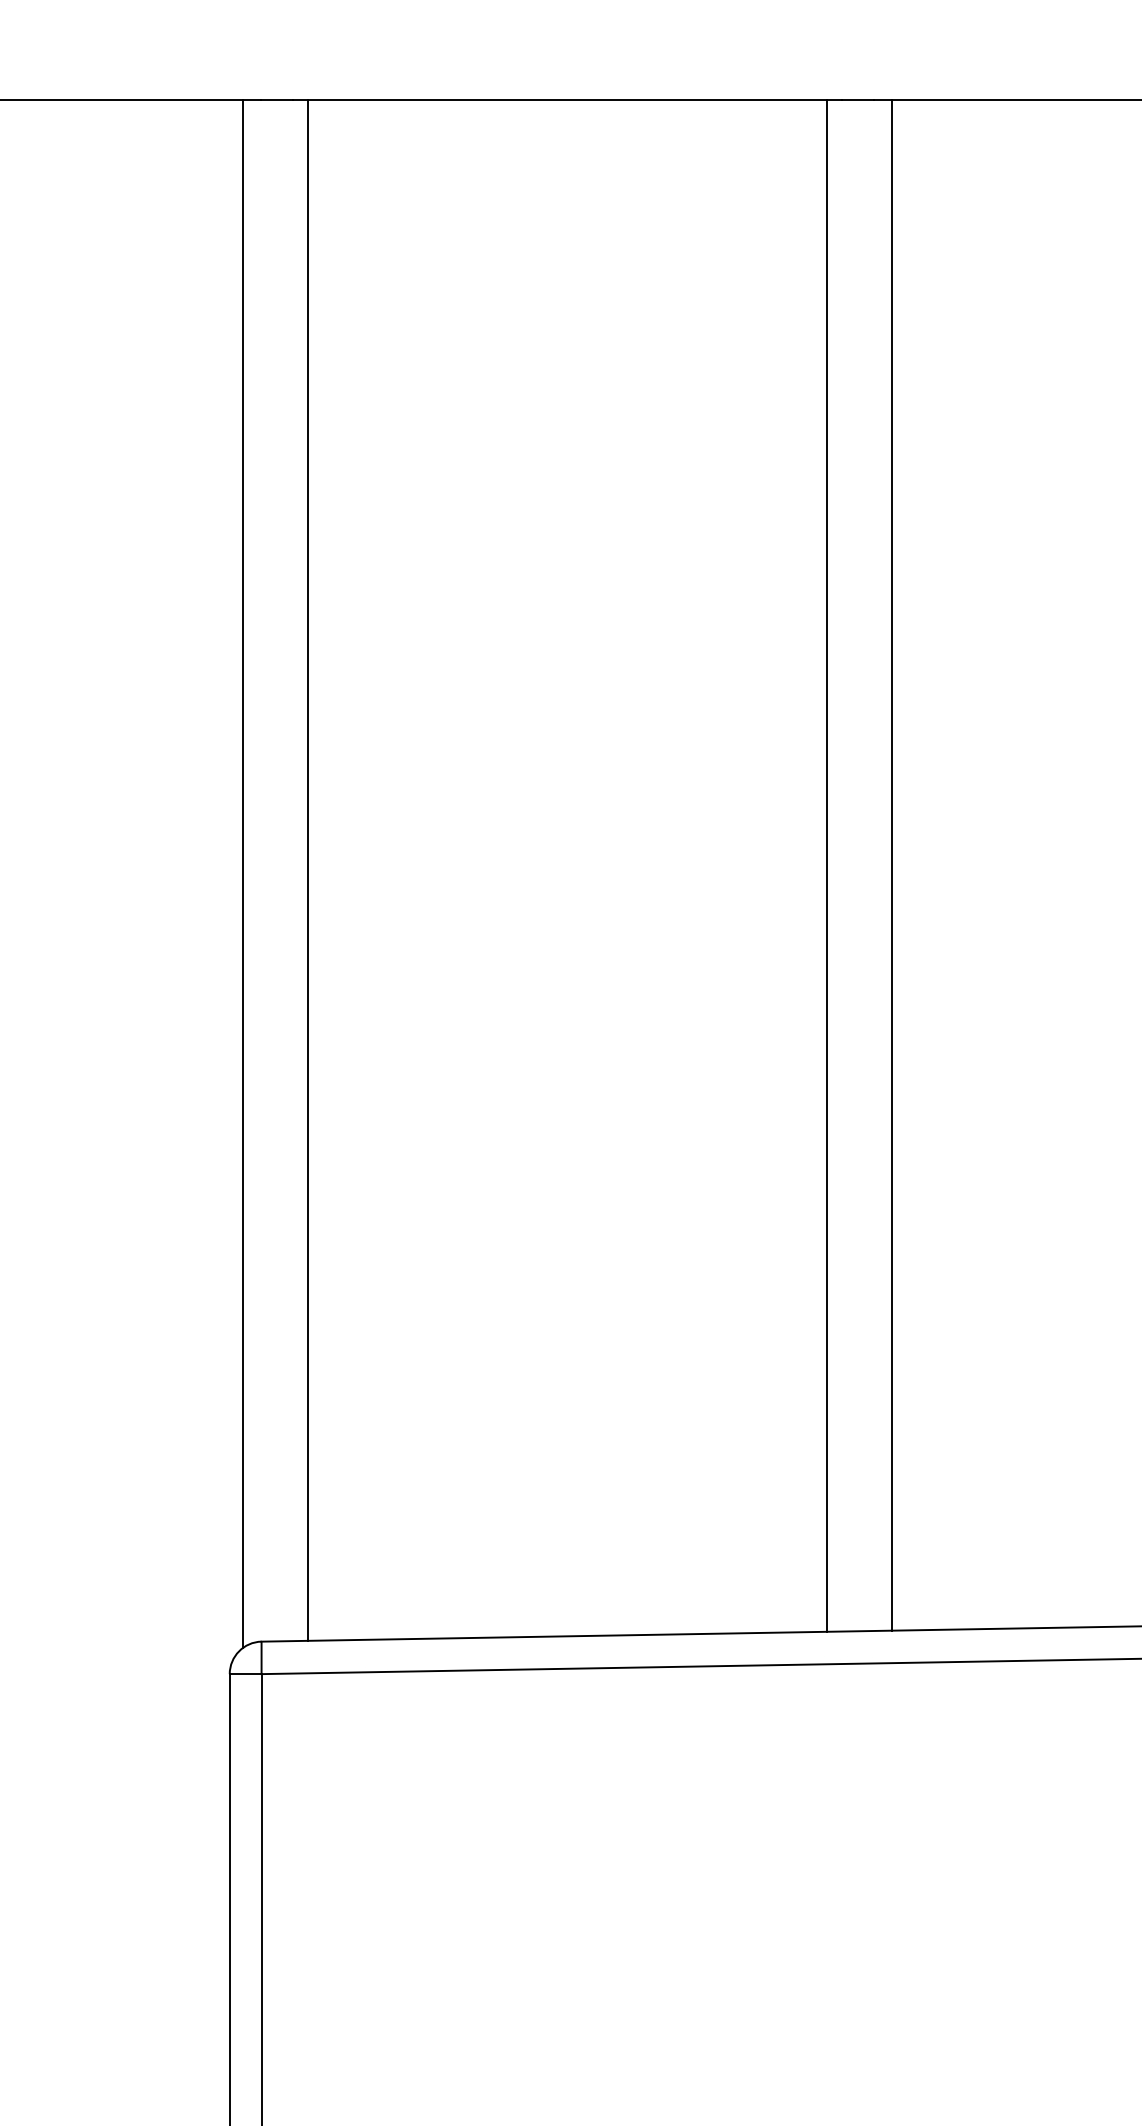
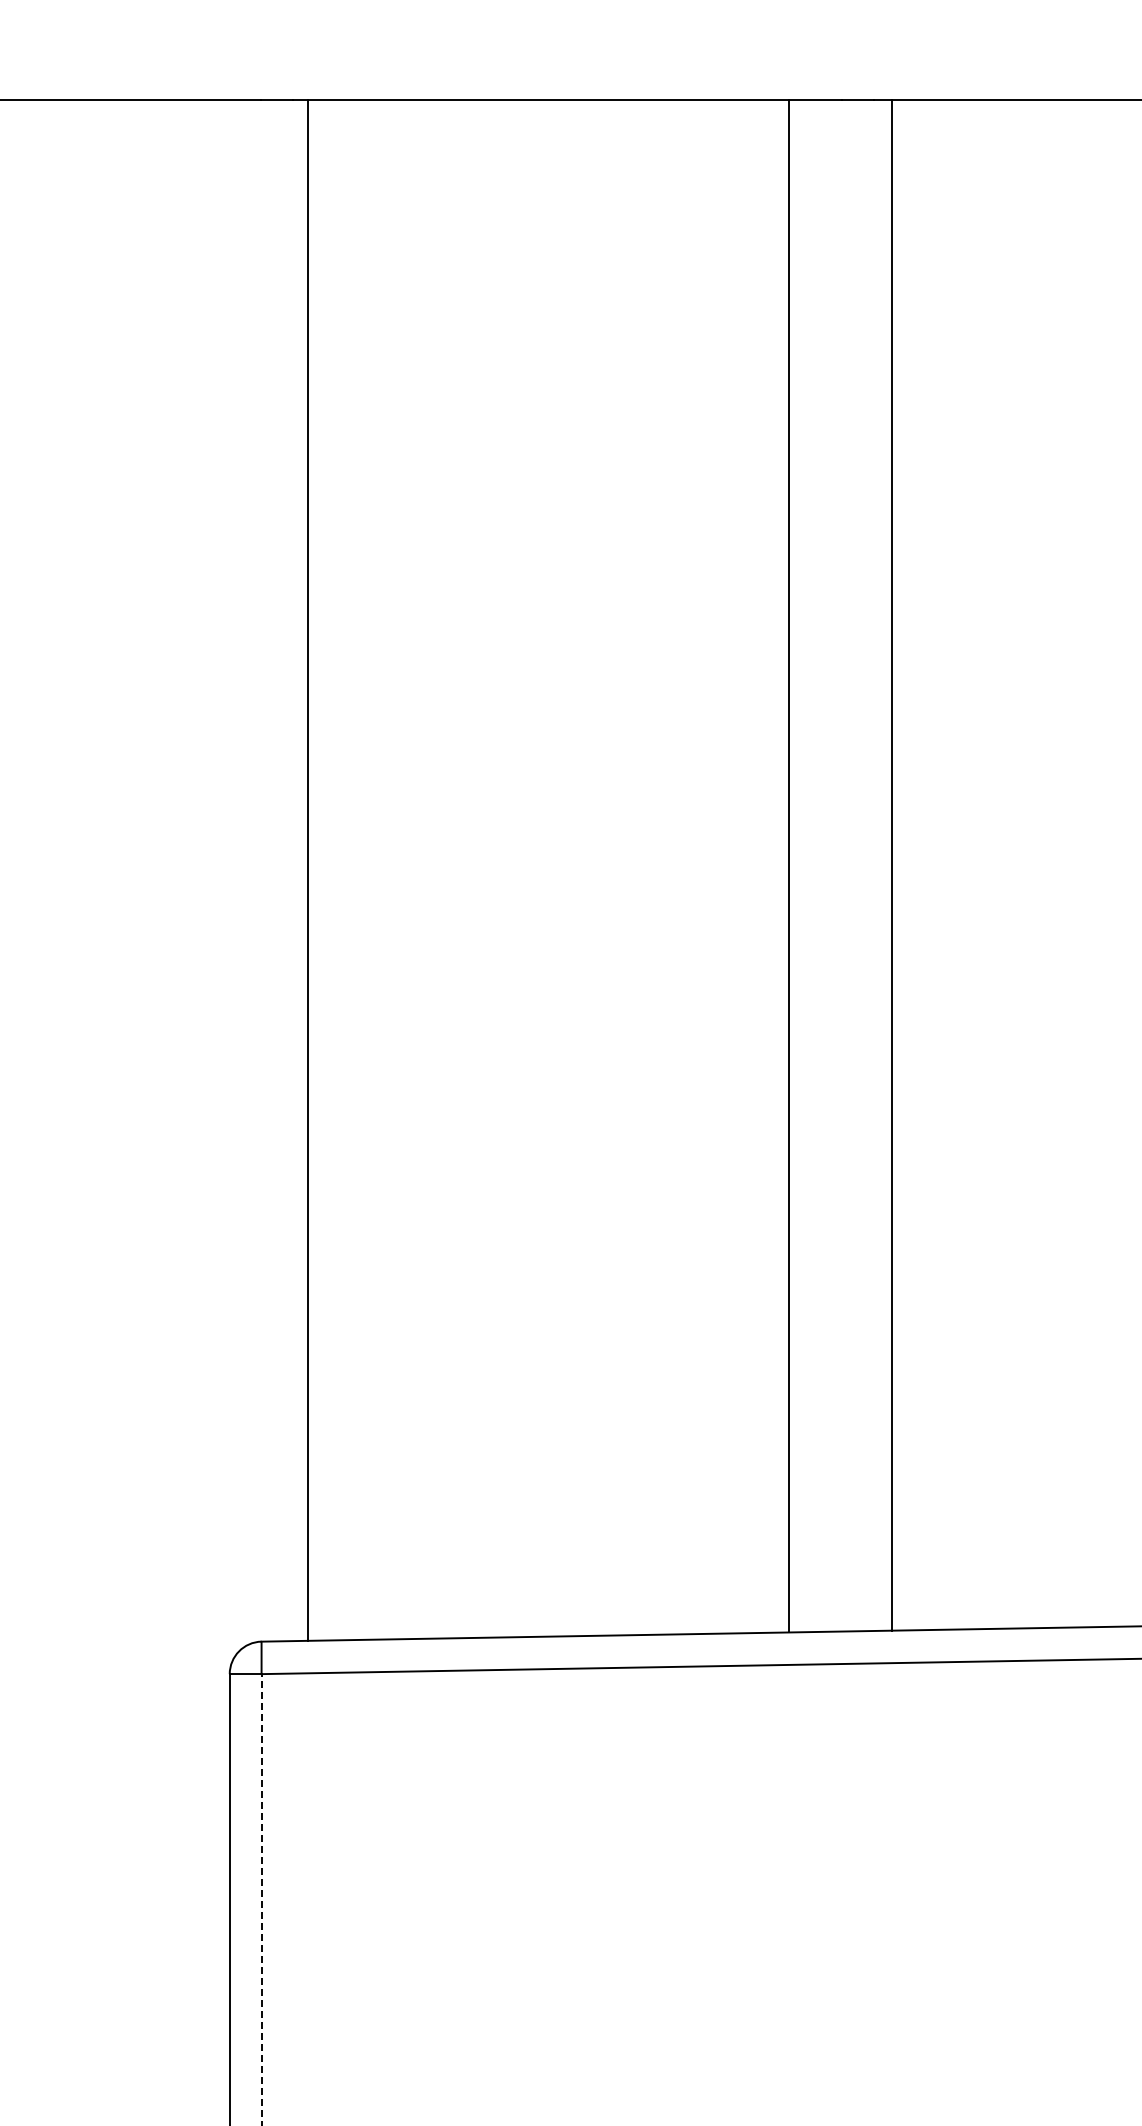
line at (827, 865) position: (827, 865) -> (789, 865)
line at (242, 873): present -> none
line at (261, 1899): solid -> dashed
